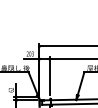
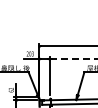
line at (73, 59): solid -> dashed
